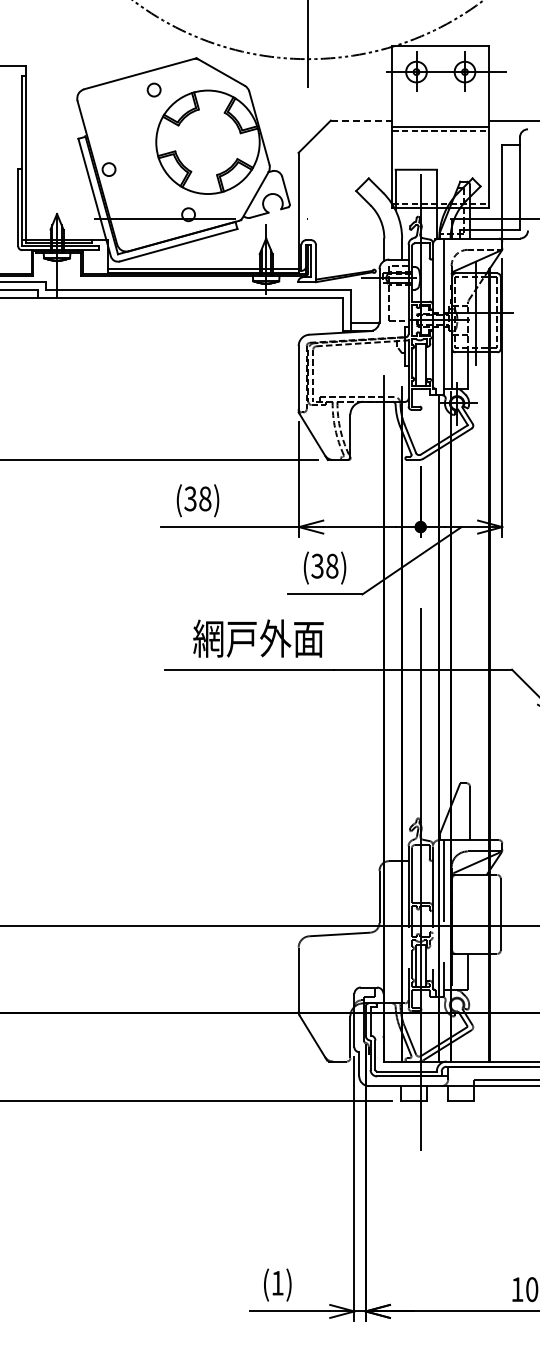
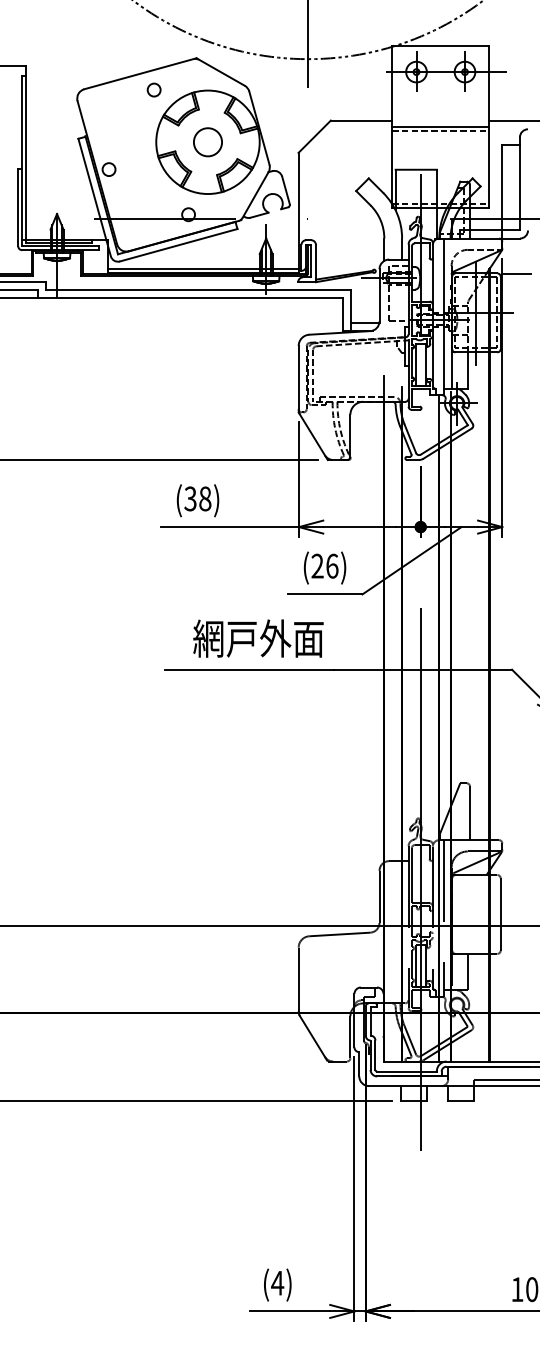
line at (361, 120): dashed -> solid
circle at (207, 142): none -> present
line at (516, 274): none -> present
text at (324, 565): (38) -> (26)
text at (277, 1283): (1) -> (4)
